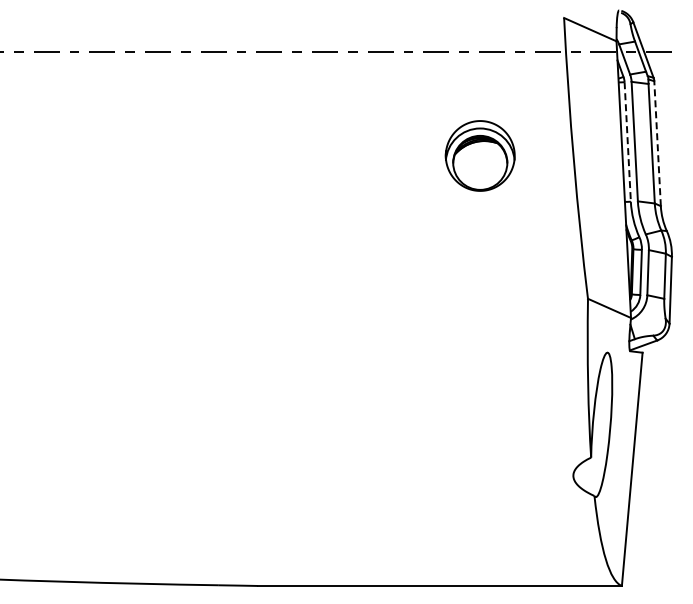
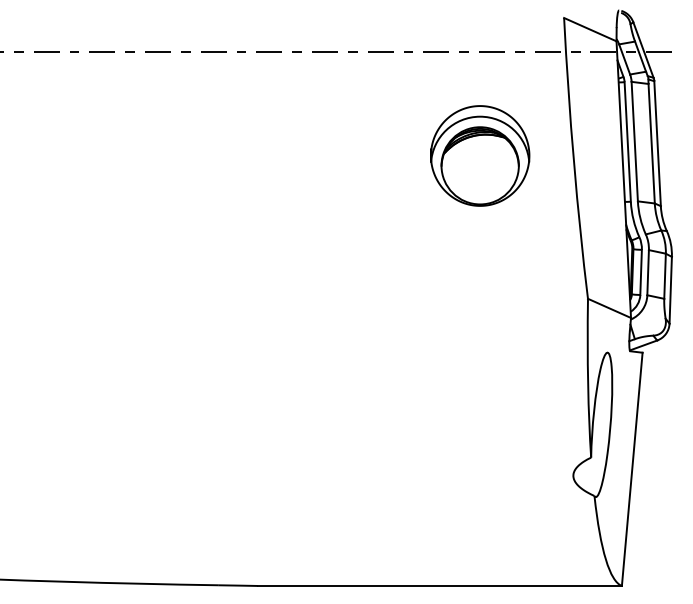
line at (627, 141): dashed -> solid
line at (657, 143): dashed -> solid
part at (479, 155) size: 72x72 px -> 101x102 px
